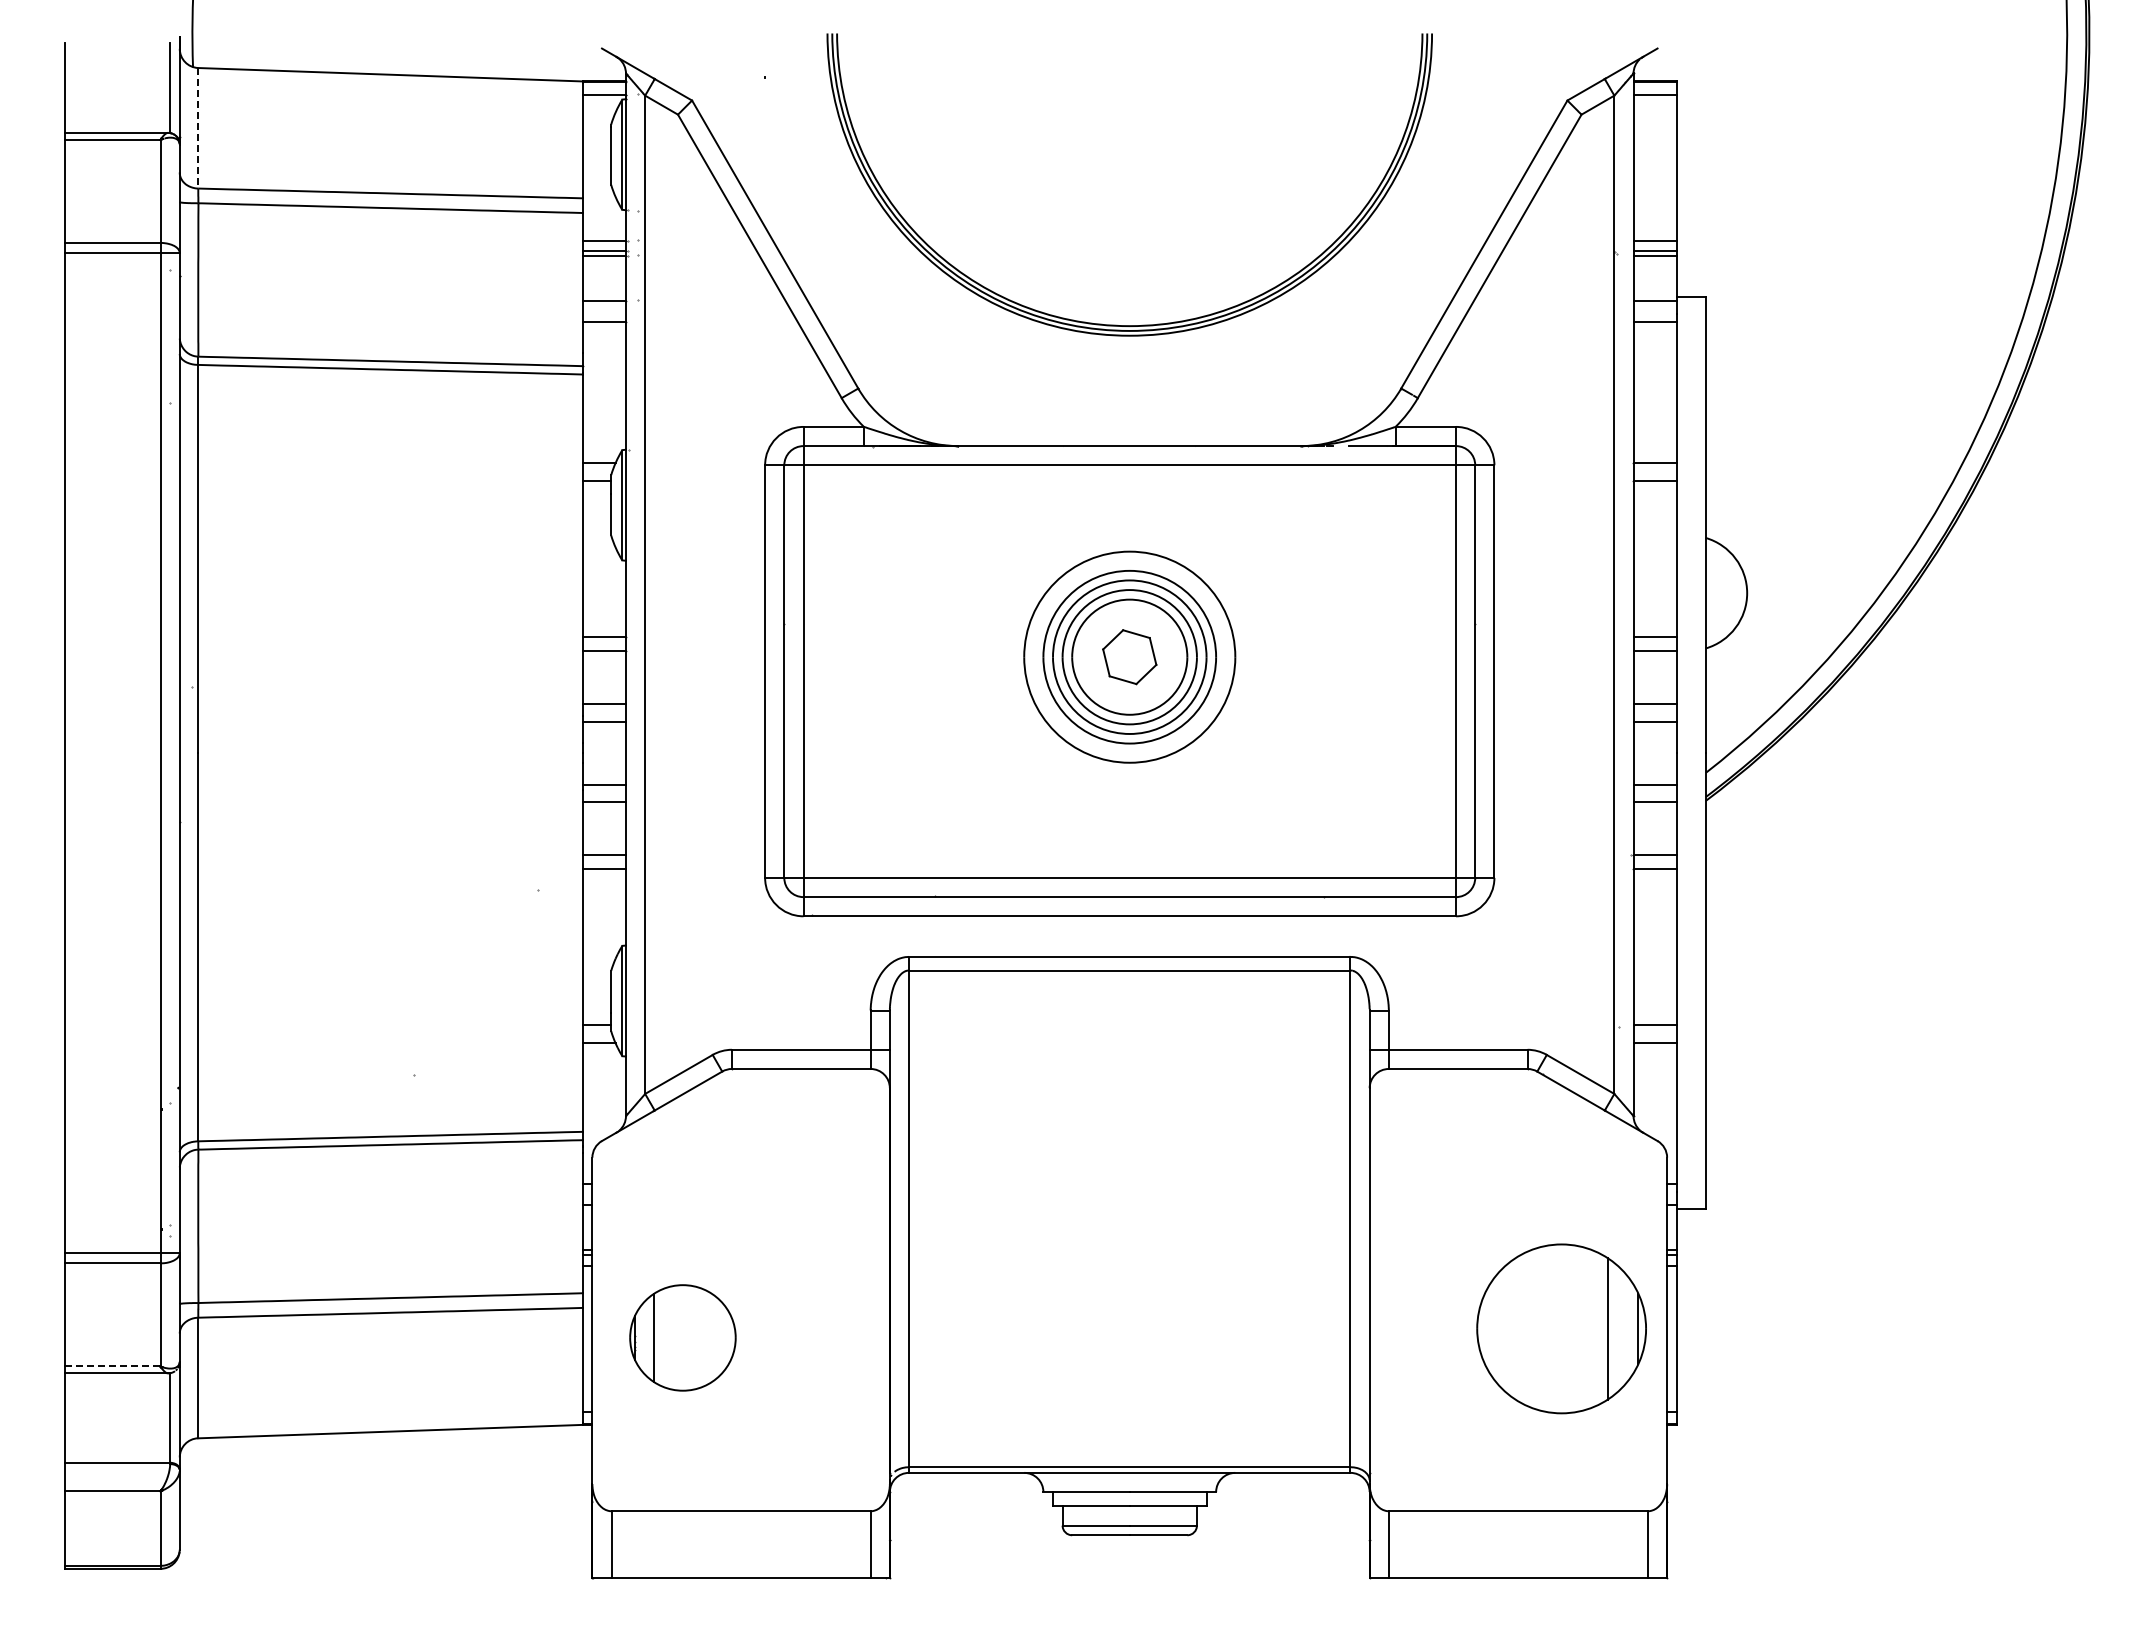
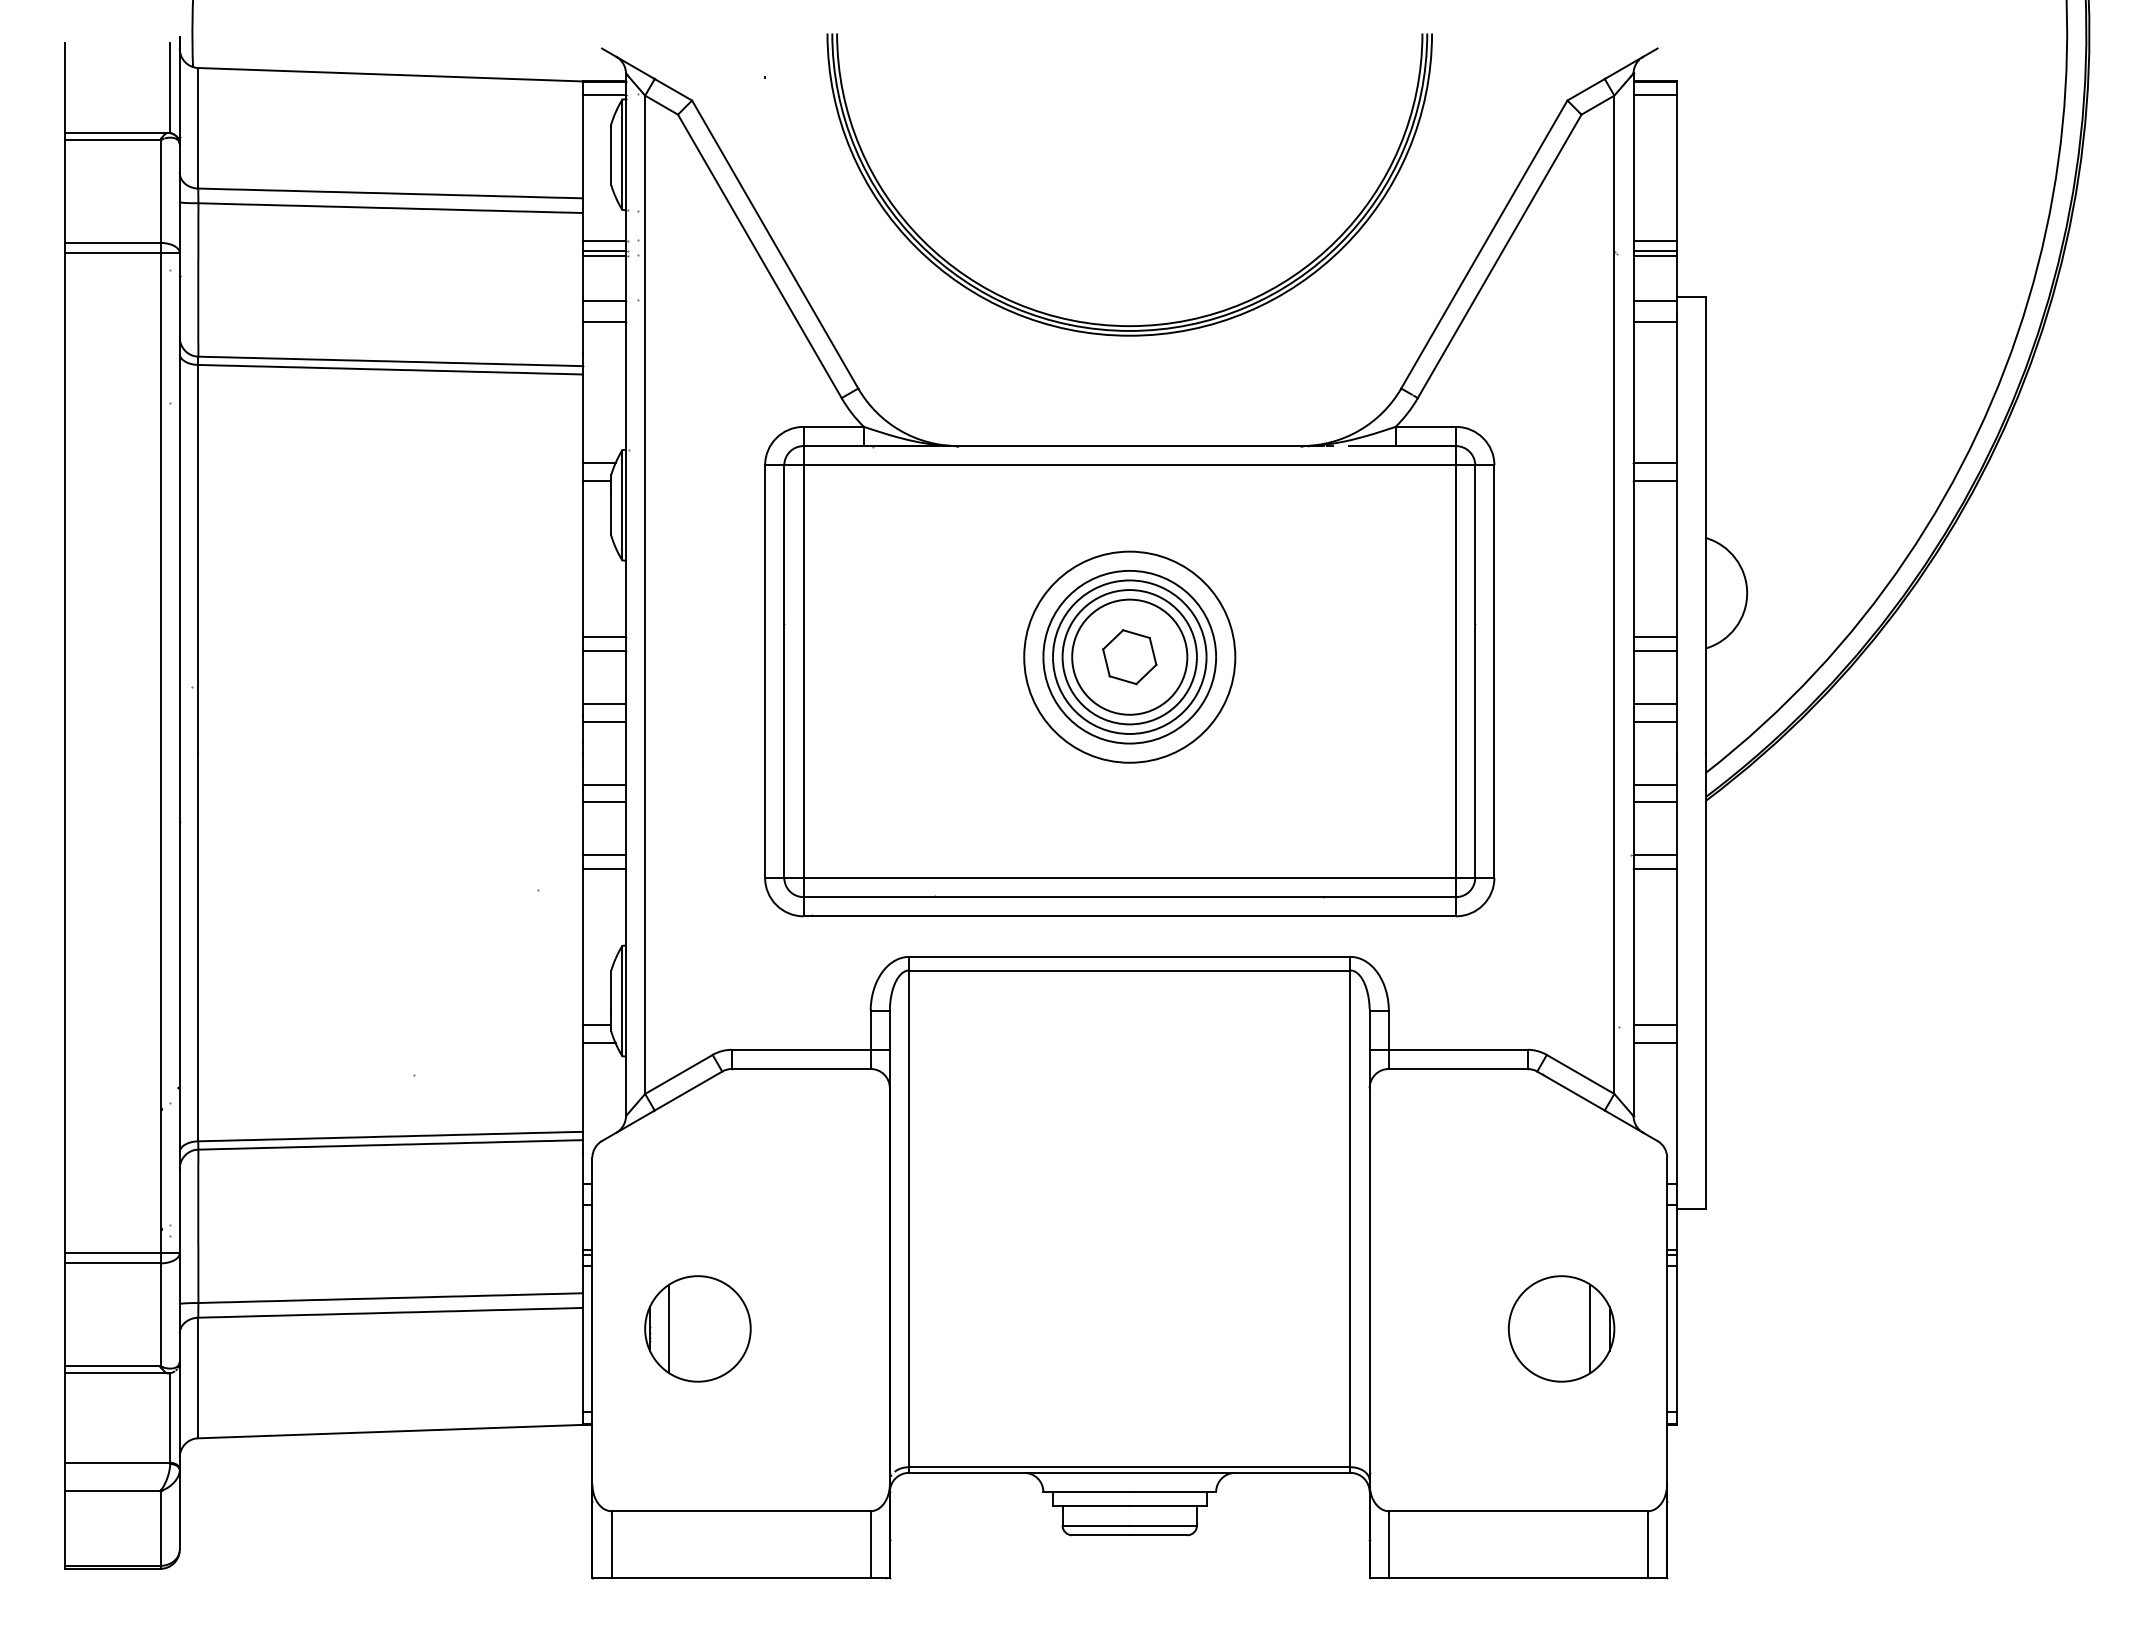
line at (198, 128): dashed -> solid
part at (1561, 1328) size: 171x172 px -> 109x108 px
part at (682, 1337) position: (682, 1337) -> (697, 1328)
line at (112, 1366): dashed -> solid
